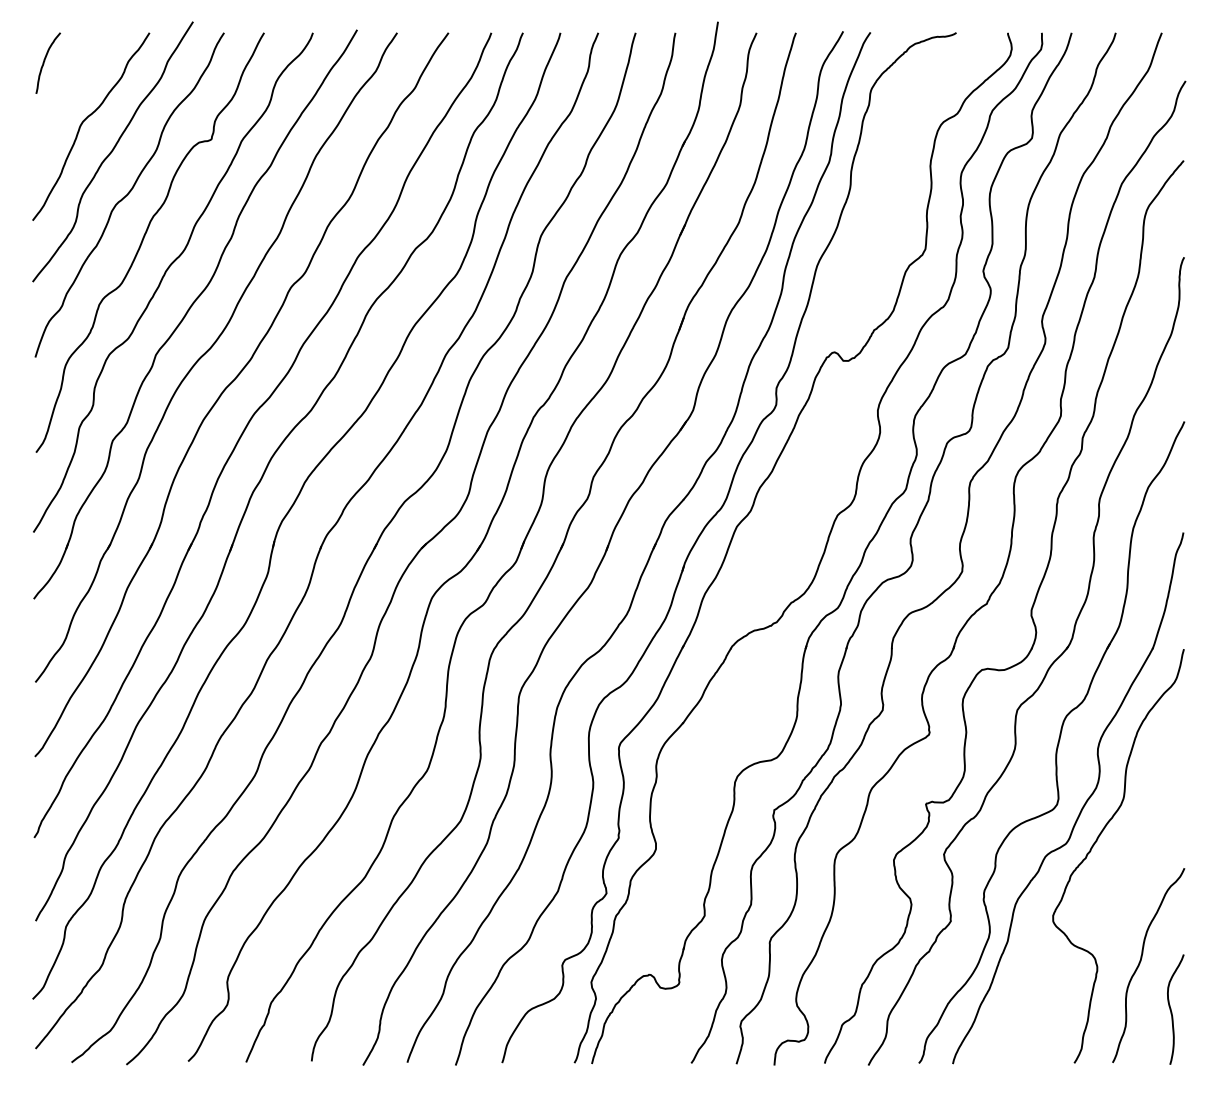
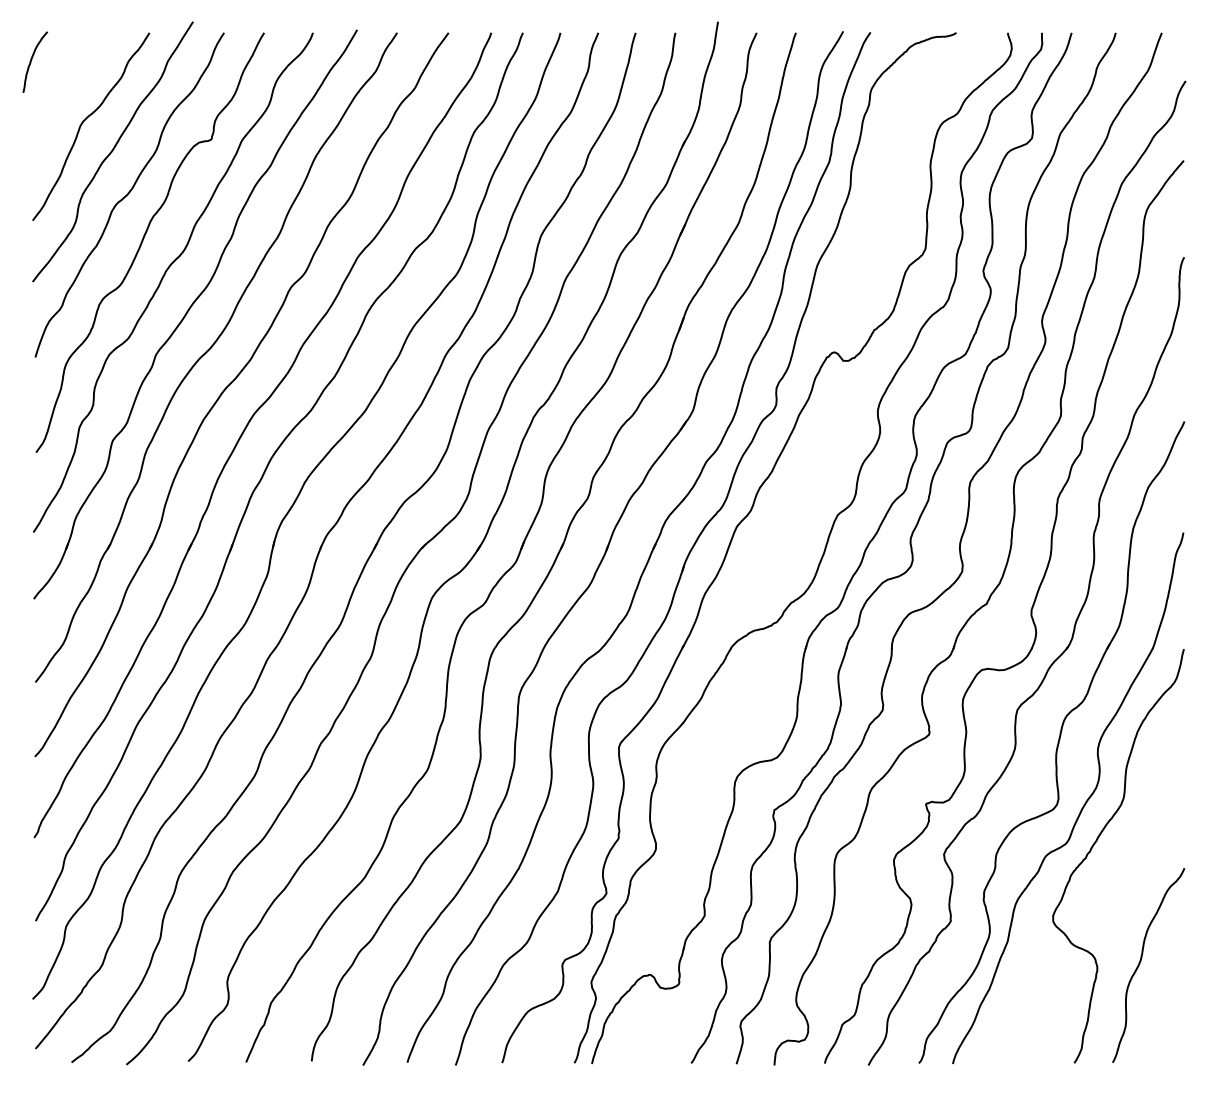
curve at (45, 61) position: (45, 61) -> (32, 60)
curve at (1171, 1009): present -> none
